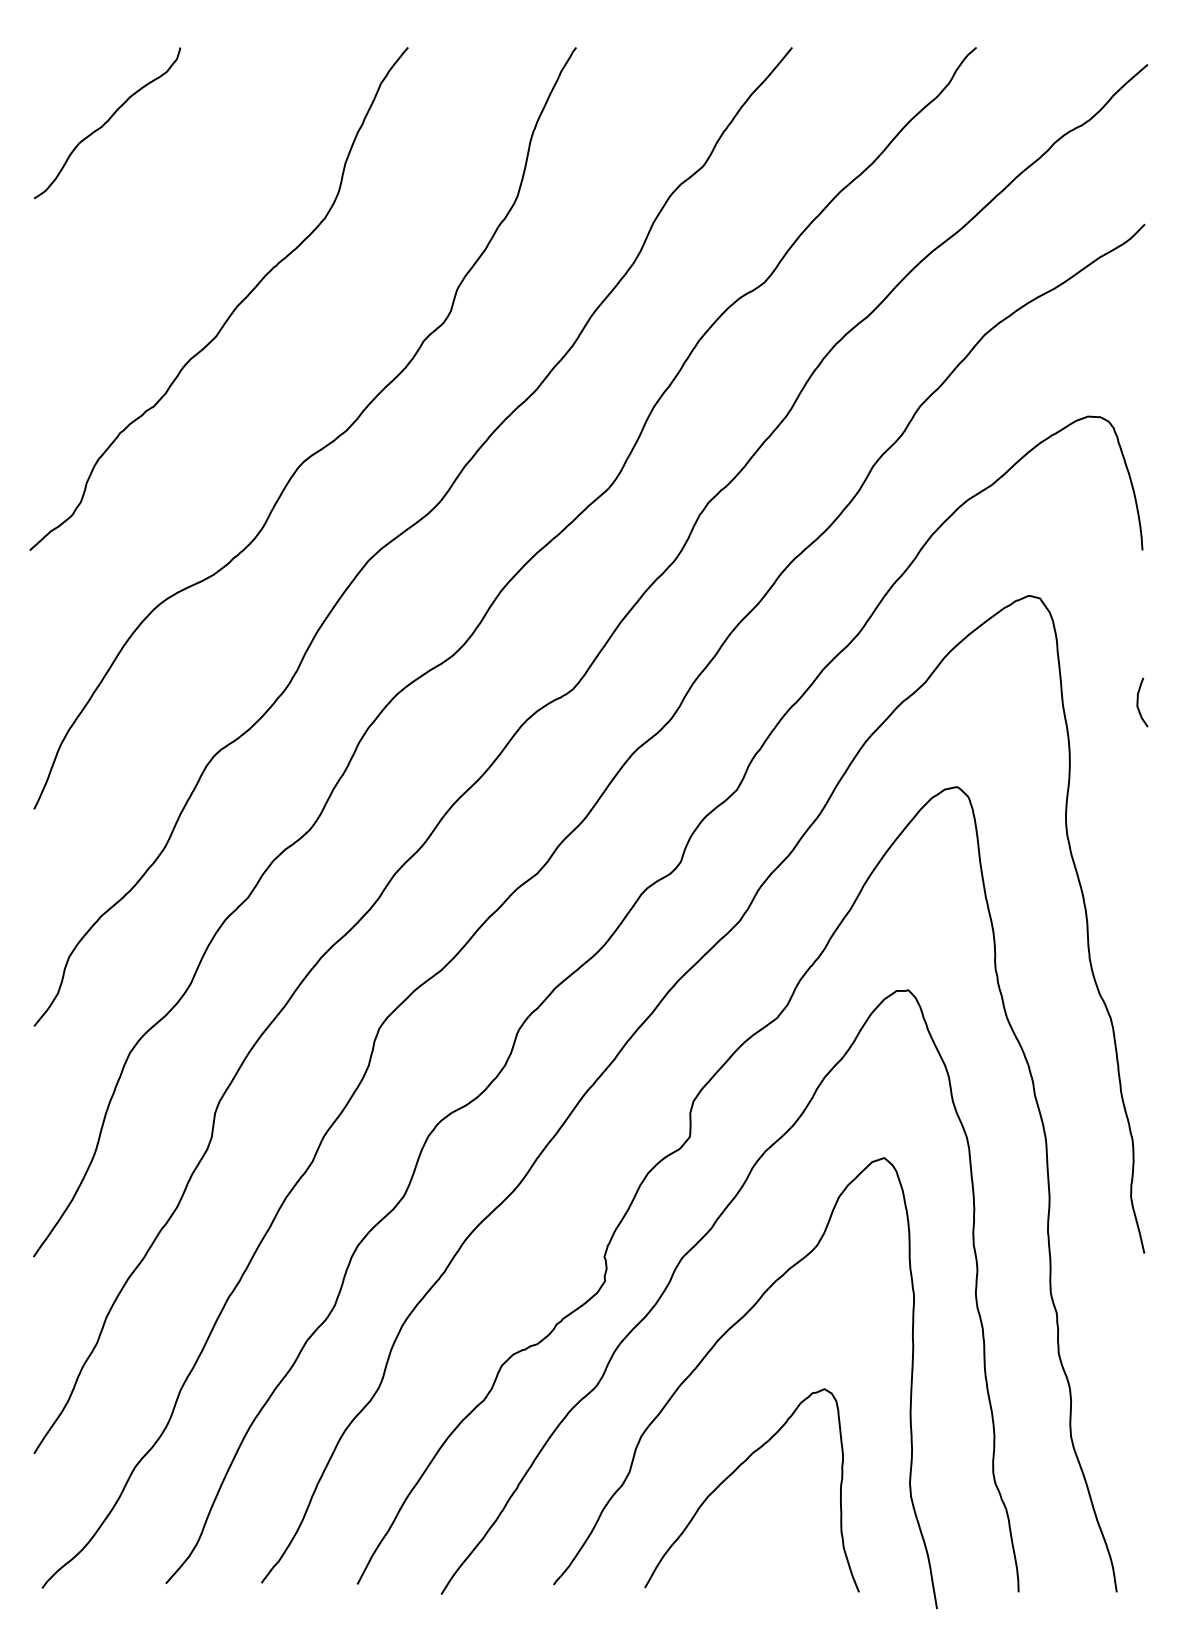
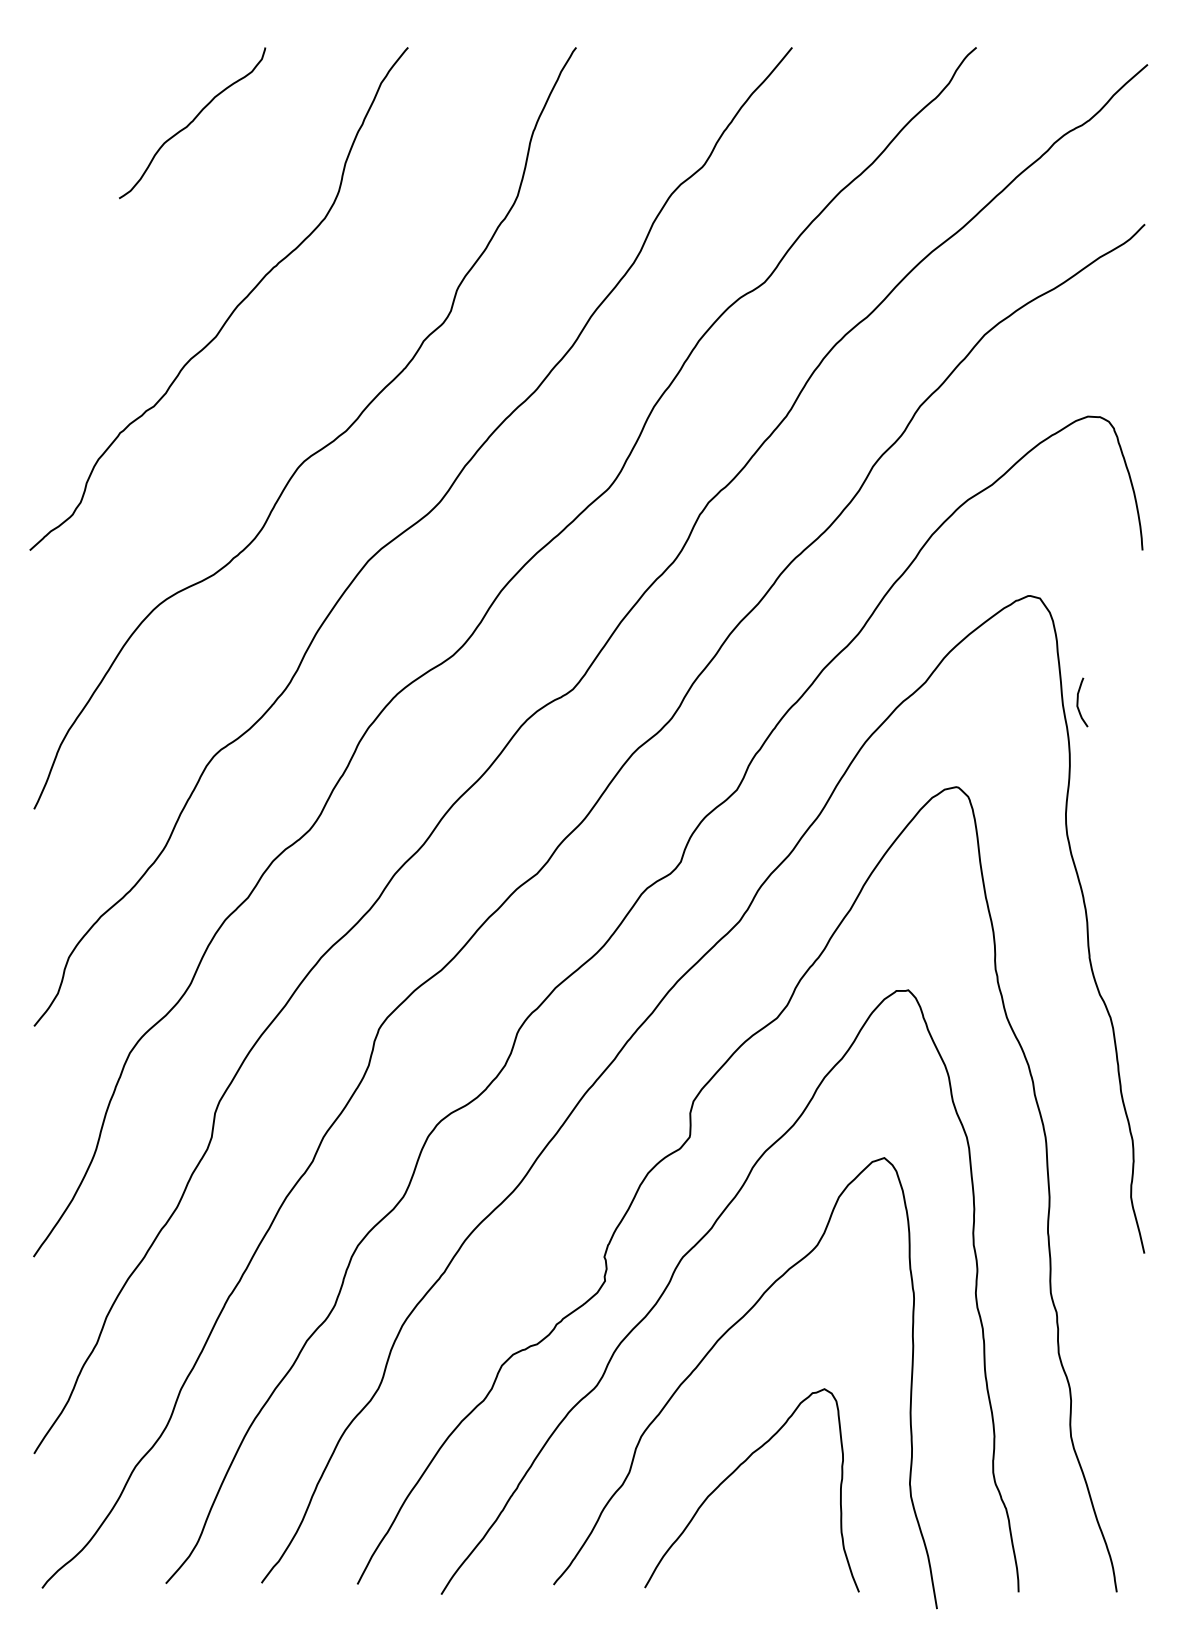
curve at (107, 122) position: (107, 122) -> (192, 122)
curve at (1138, 702) position: (1138, 702) -> (1078, 702)
